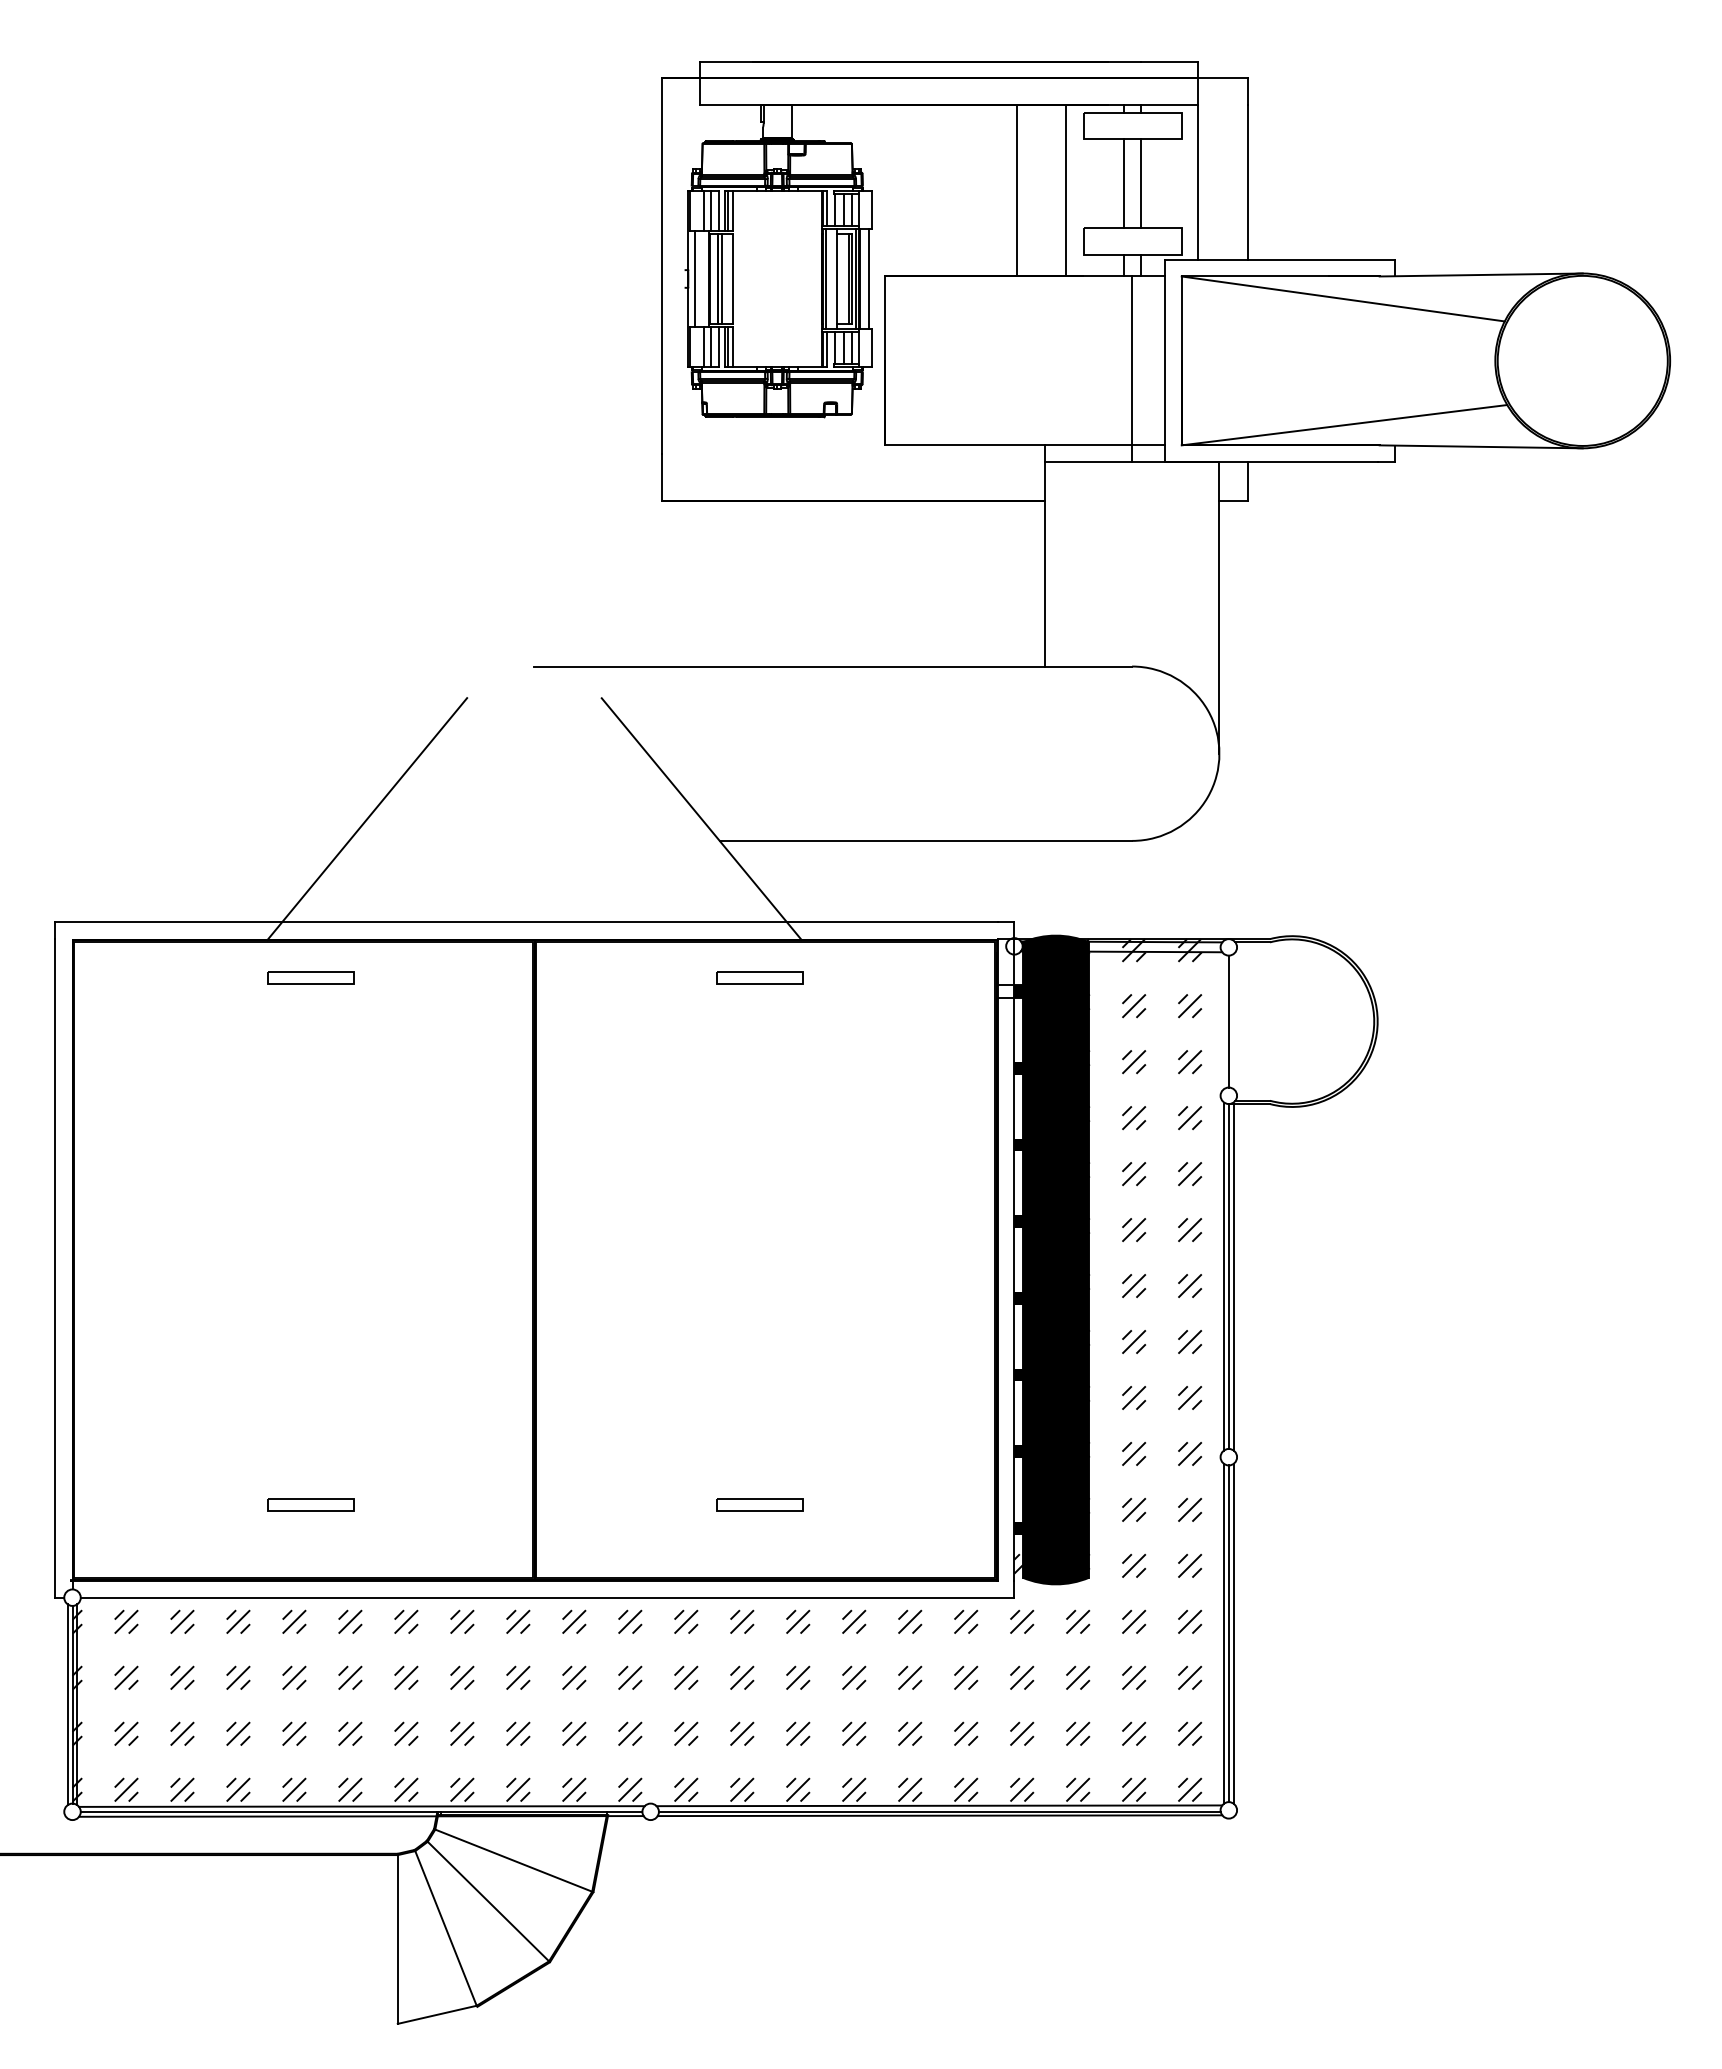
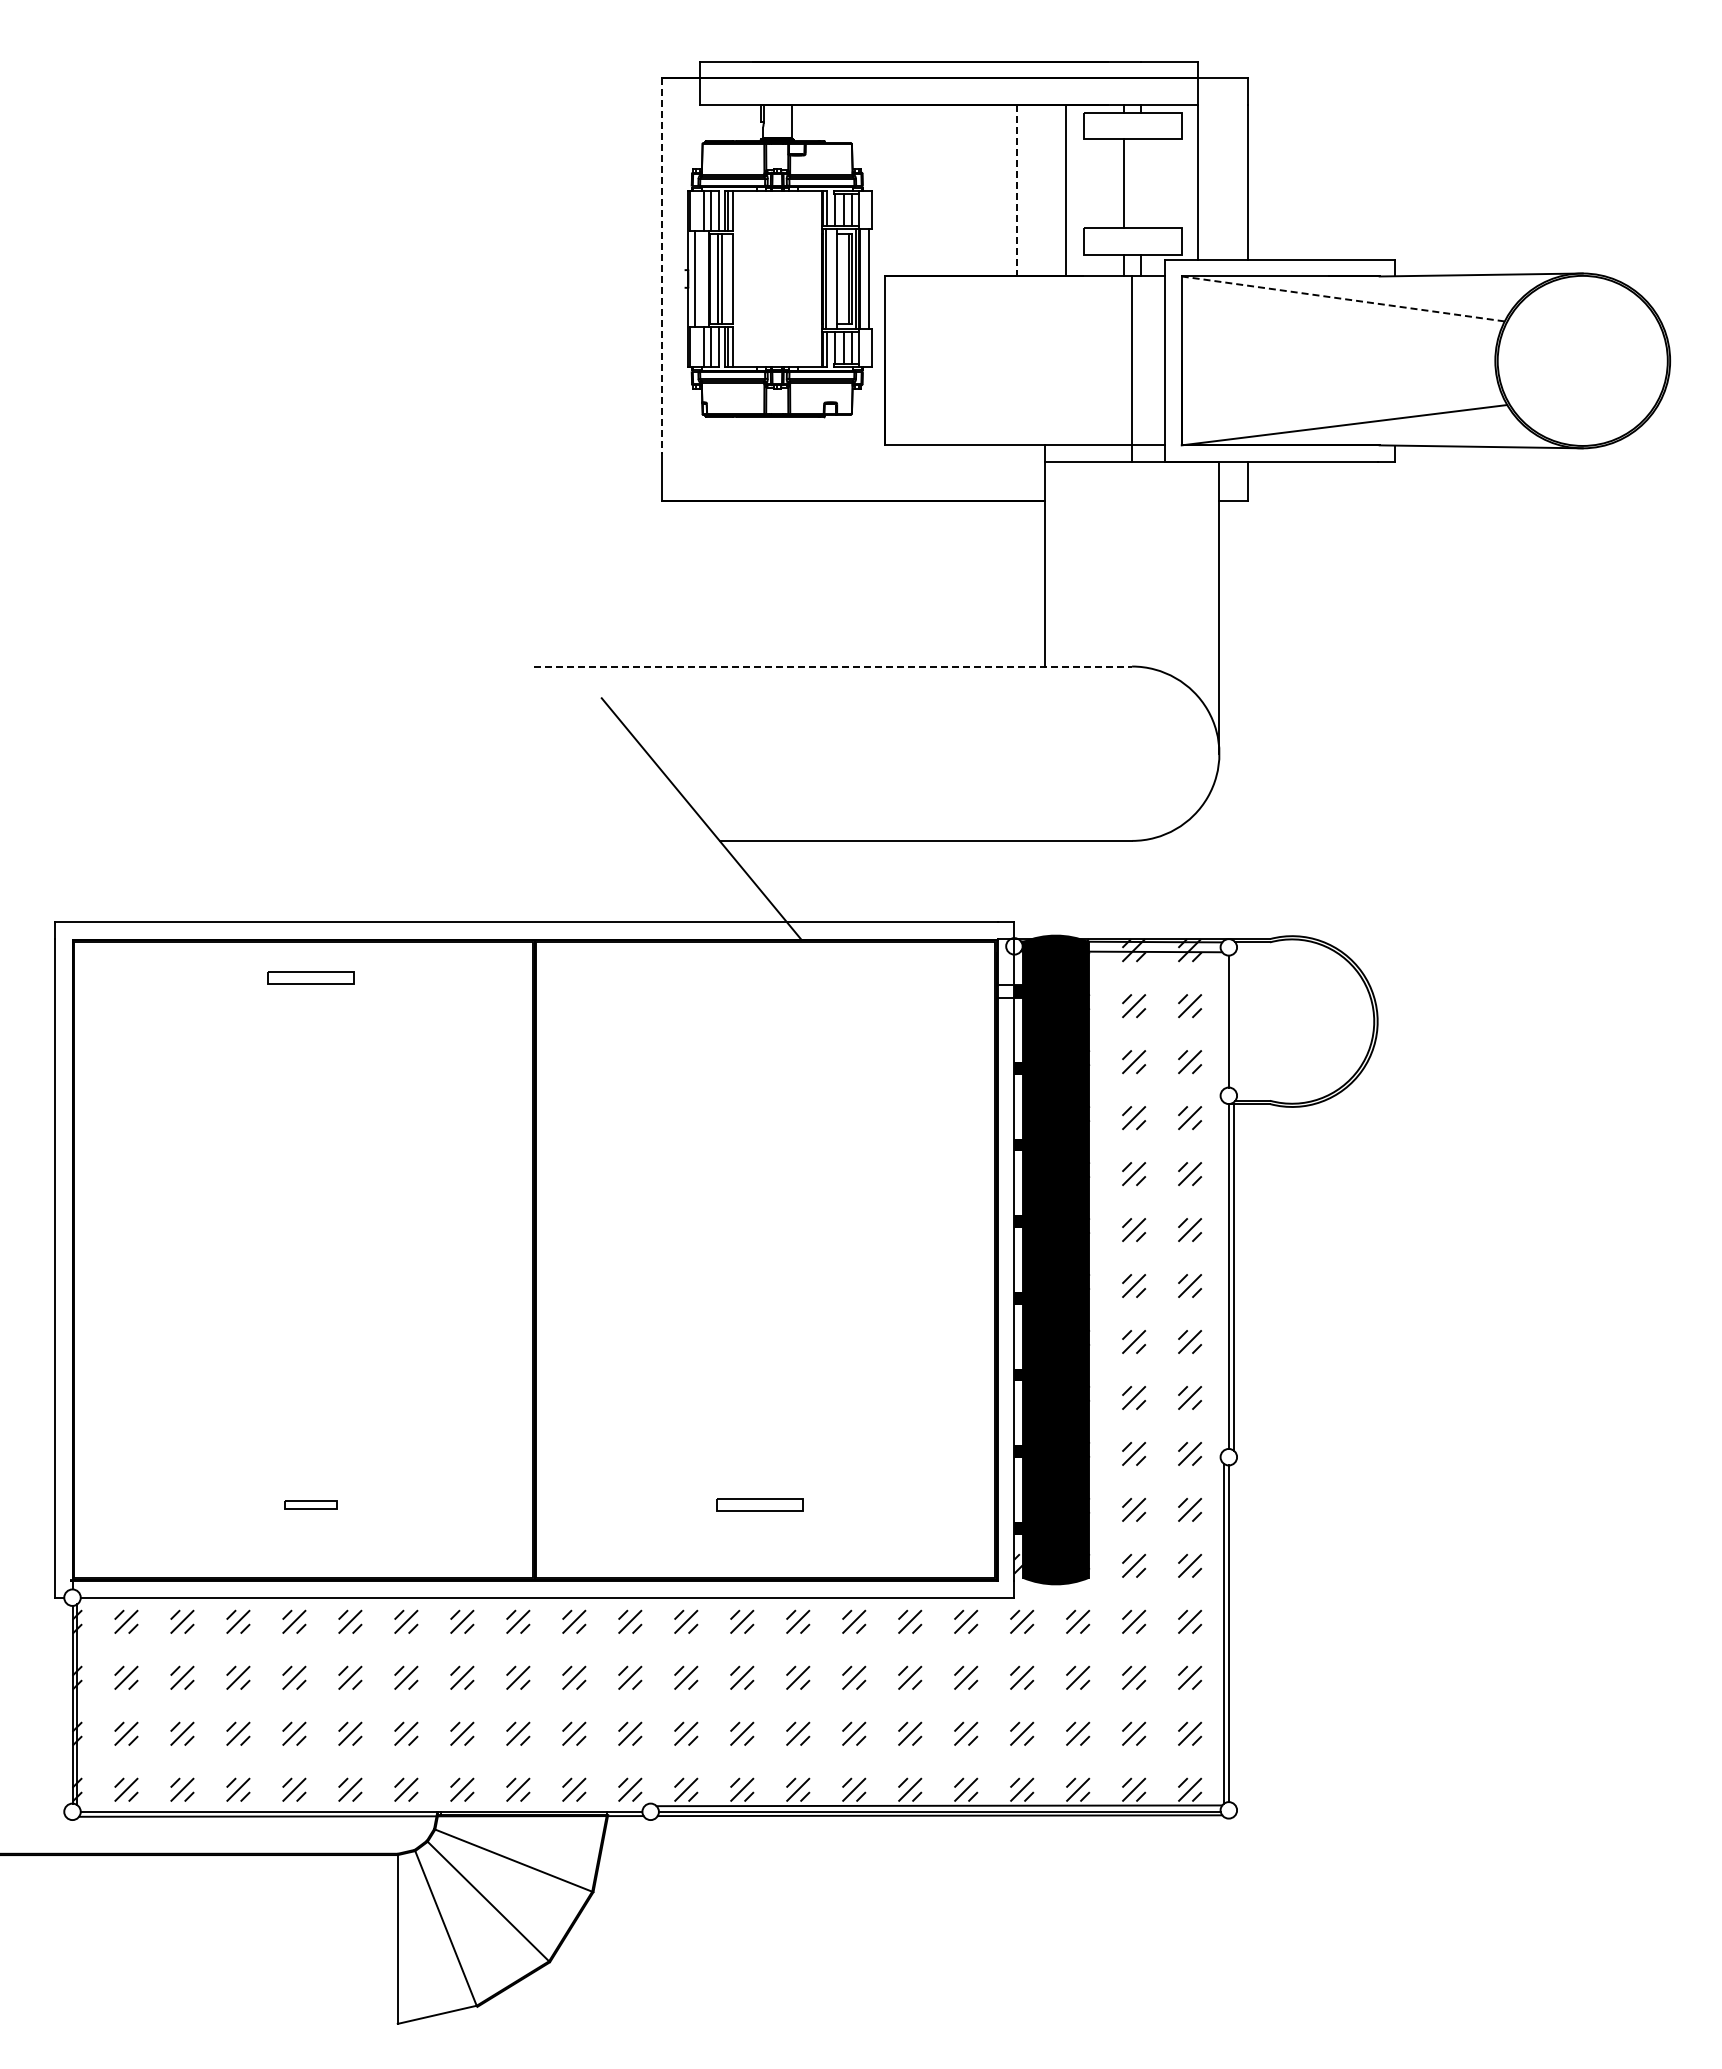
line at (1140, 183): present -> none
line at (1016, 190): solid -> dashed
line at (661, 266): solid -> dashed
line at (1343, 299): solid -> dashed
line at (833, 666): solid -> dashed
line at (367, 819): present -> none
part at (759, 977): present -> none
line at (1223, 1277): present -> none
part at (310, 1504) size: 88x14 px -> 54x10 px
line at (1233, 1633): present -> none
line at (67, 1704): present -> none
line at (361, 1806): present -> none
